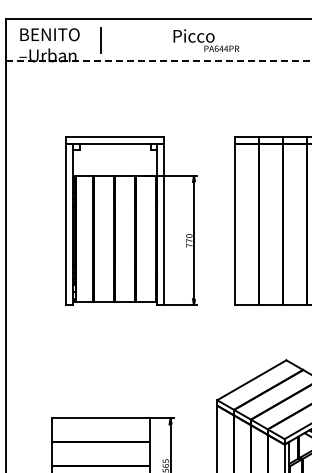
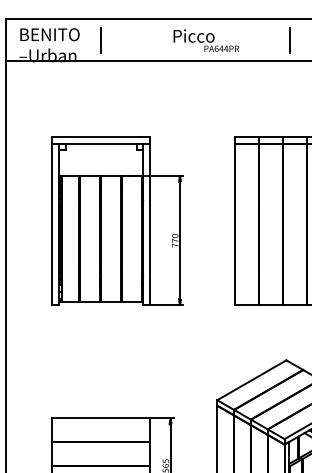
line at (290, 40): none -> present
line at (158, 61): dashed -> solid
part at (131, 220) position: (131, 220) -> (117, 220)
